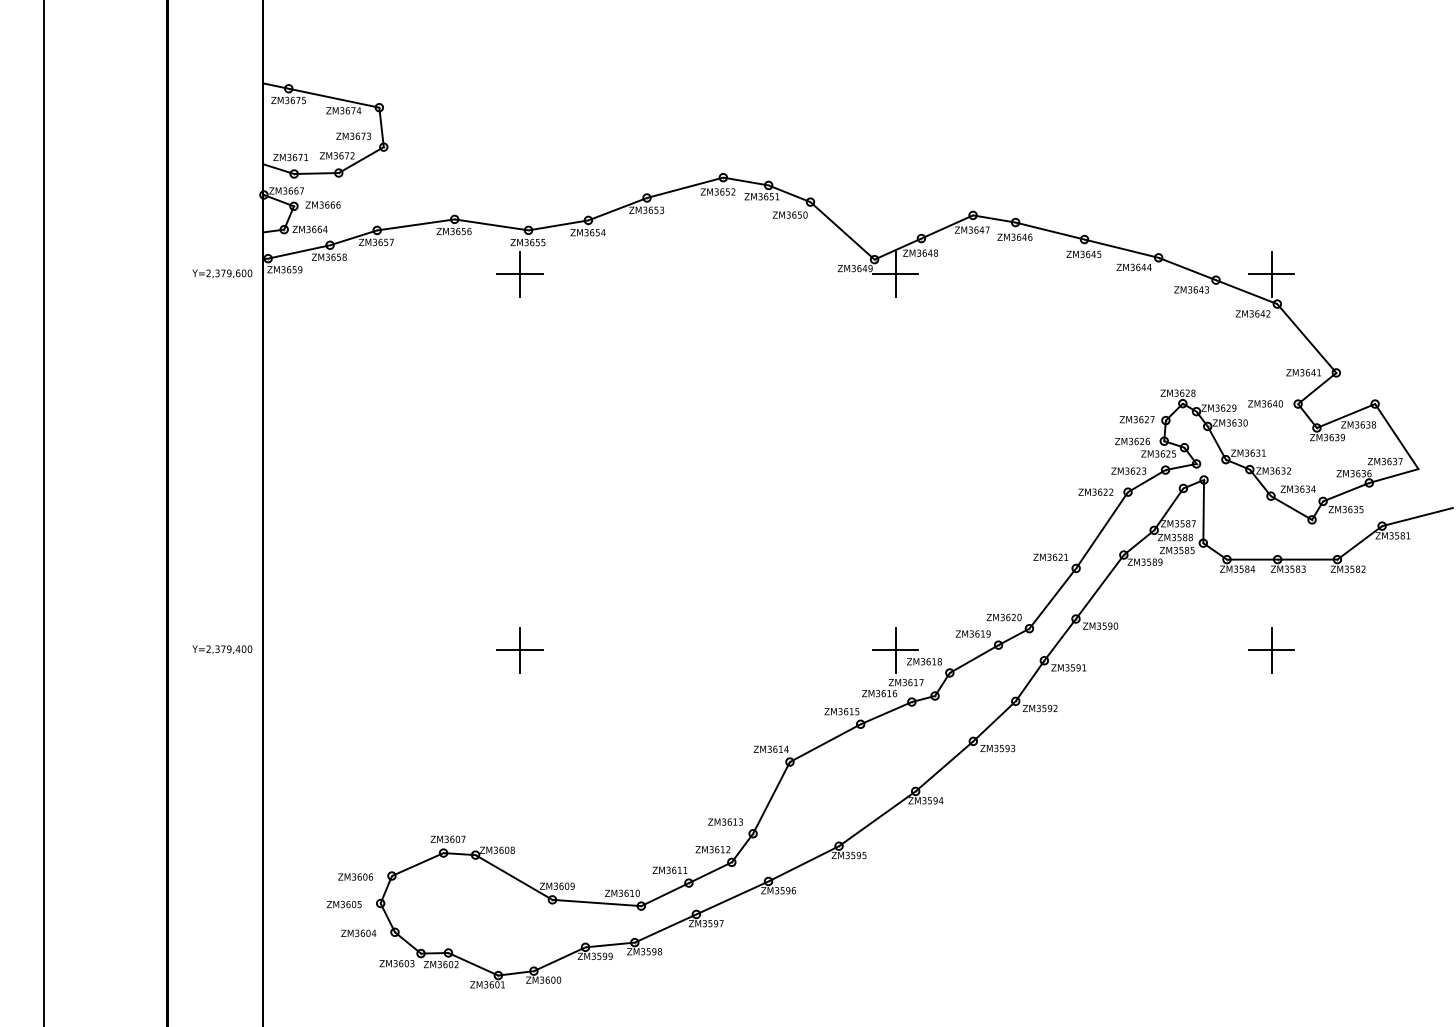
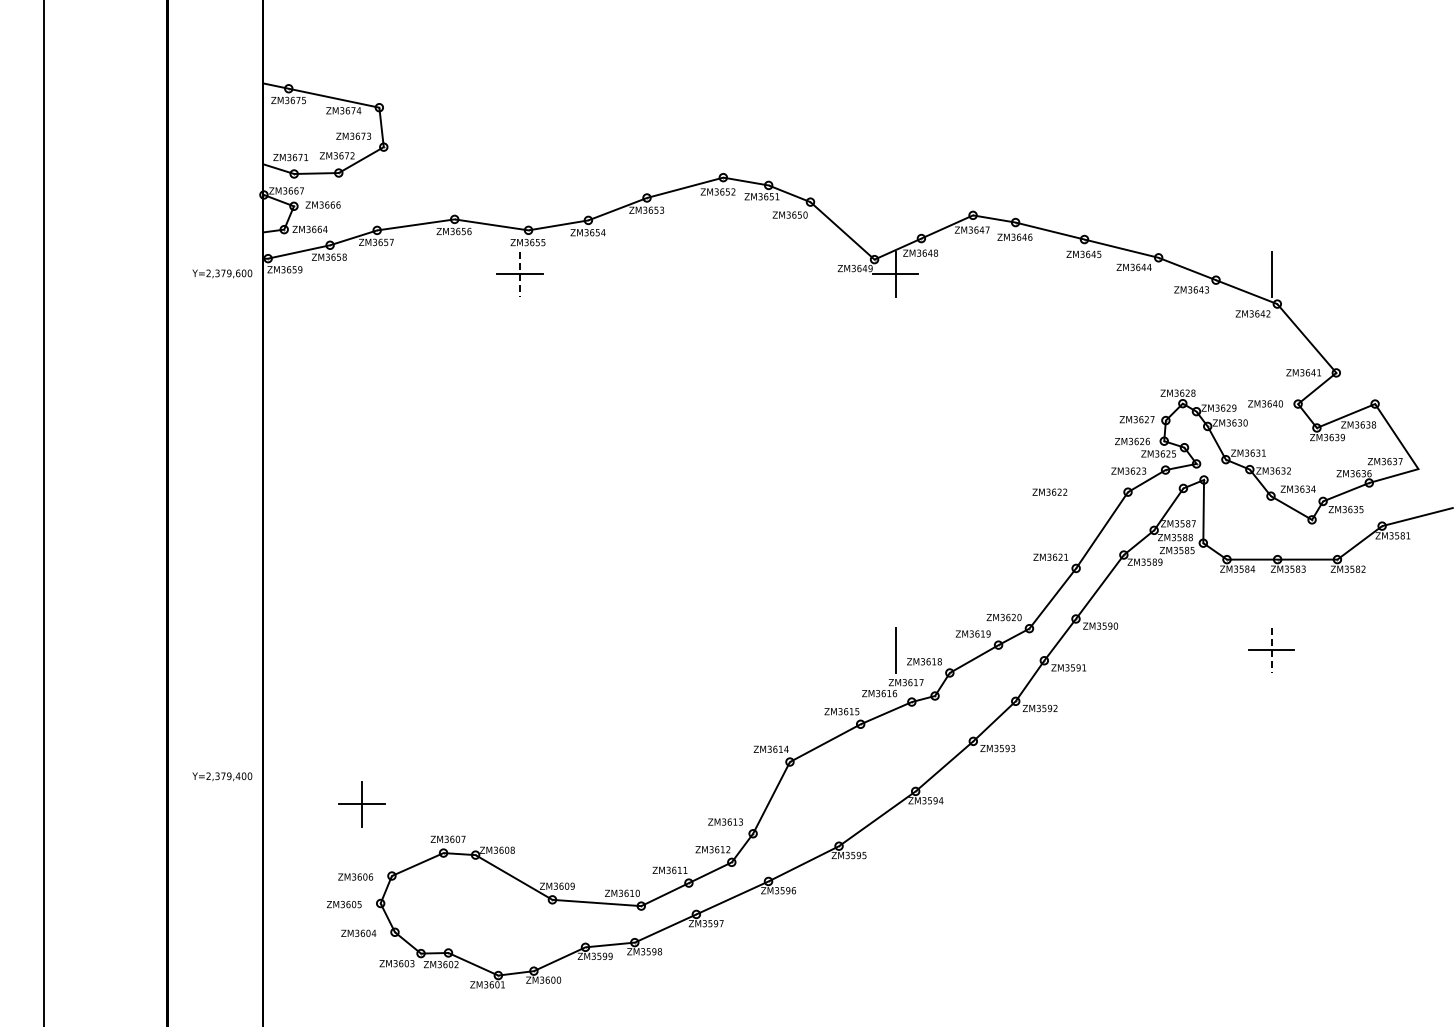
line at (520, 274): solid -> dashed
line at (1271, 274): present -> none
text at (1095, 491) position: (1095, 491) -> (1049, 491)
text at (222, 649) position: (222, 649) -> (222, 776)
part at (519, 650) position: (519, 650) -> (361, 804)
line at (895, 650): present -> none
line at (1271, 650): solid -> dashed
